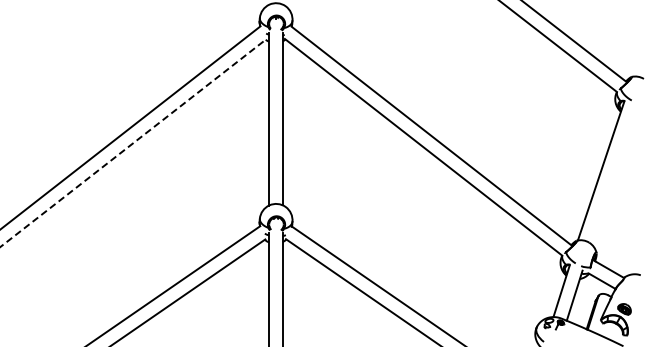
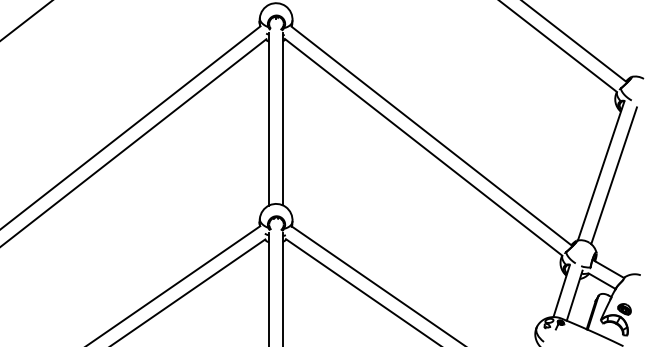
line at (26, 20): none -> present
line at (133, 143): dashed -> solid
line at (613, 175): none -> present
